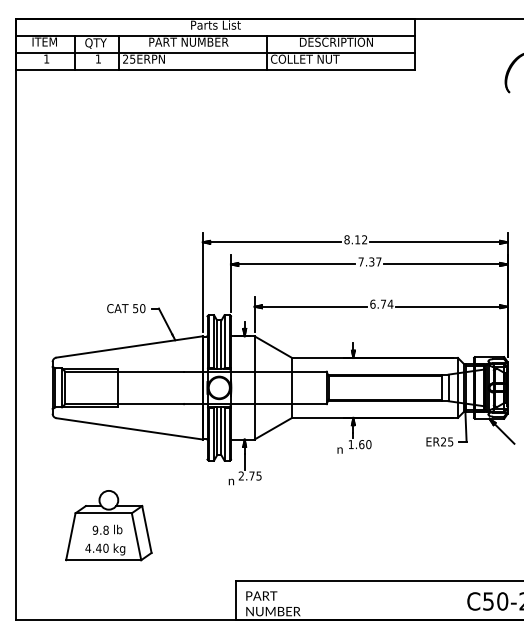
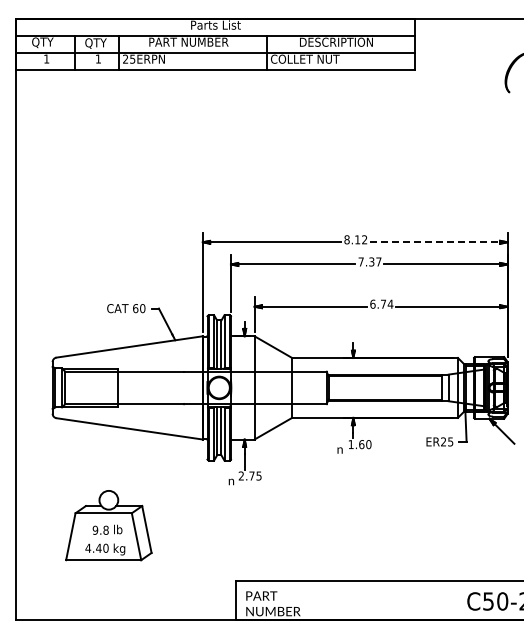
text at (44, 42): ITEM -> QTY
line at (435, 242): solid -> dashed
text at (135, 308): 50 -> 60
